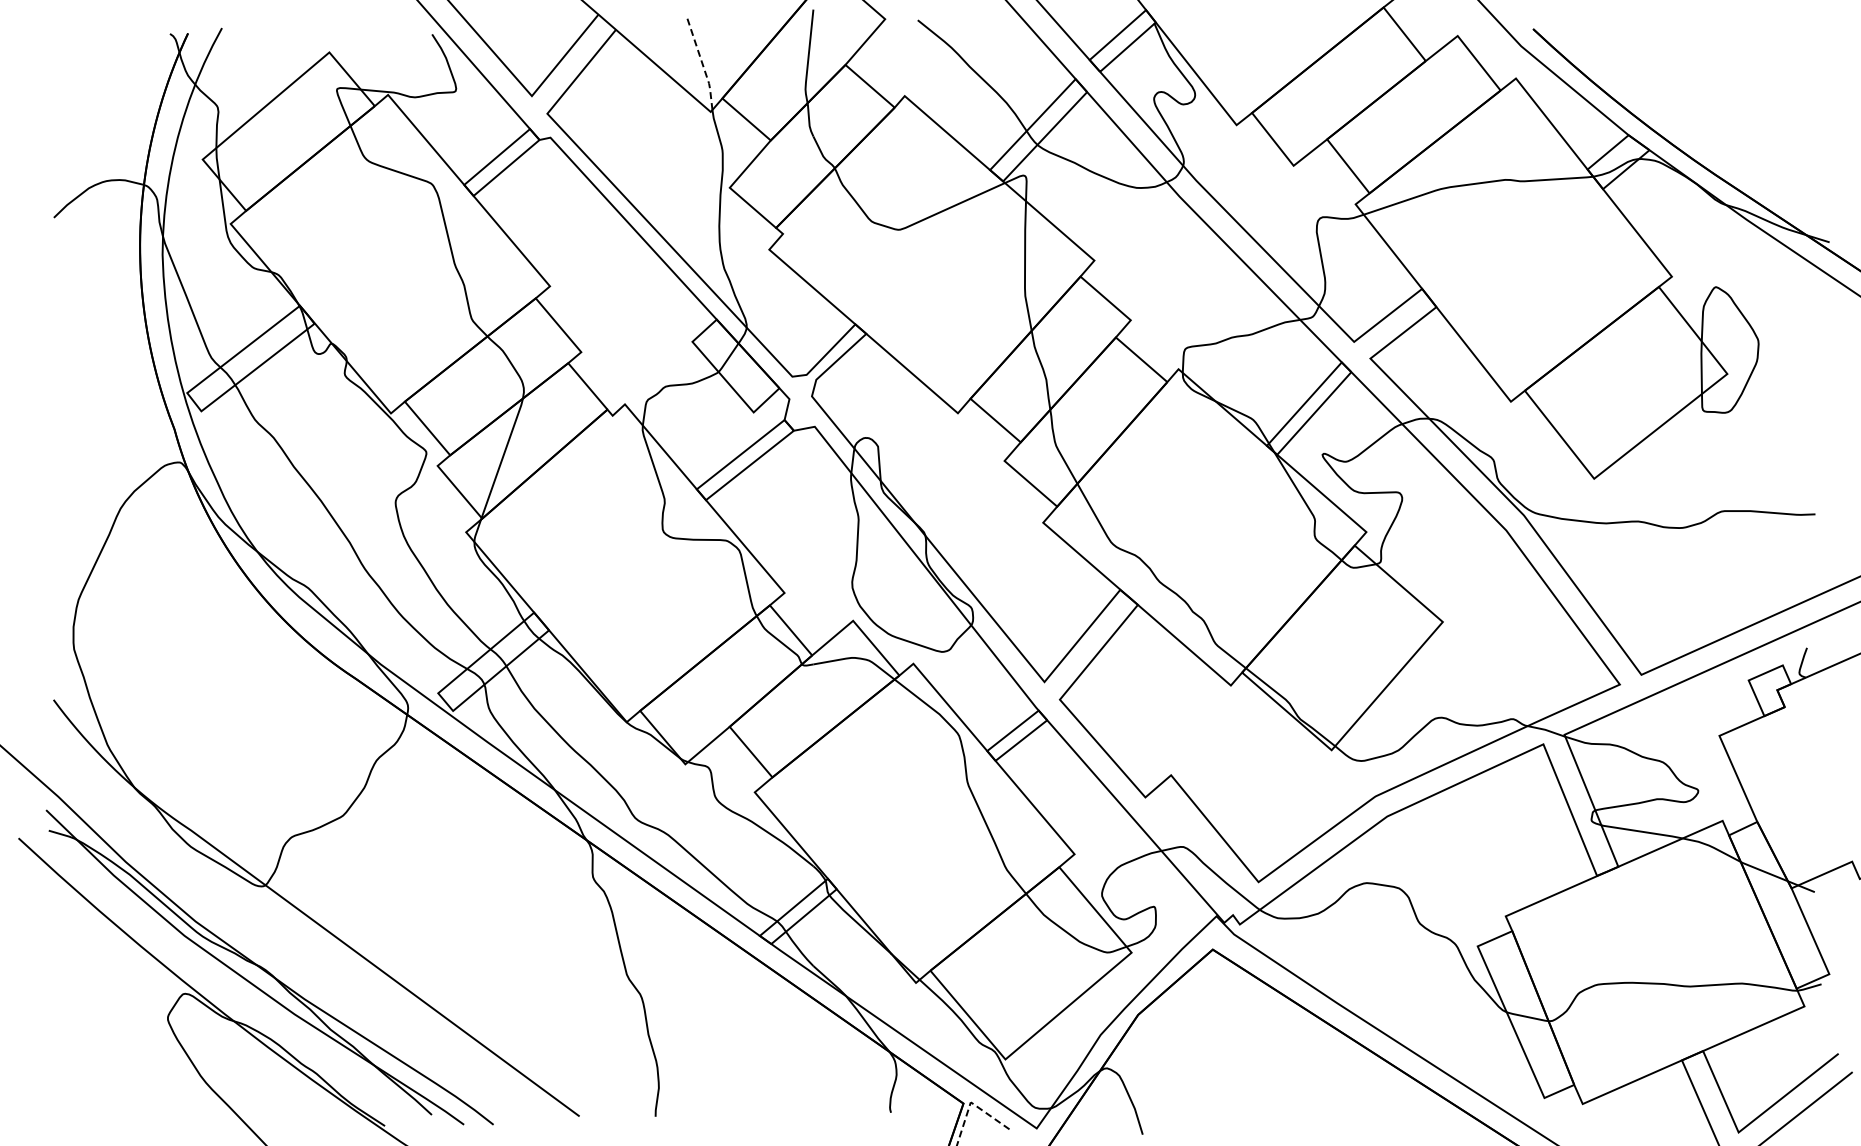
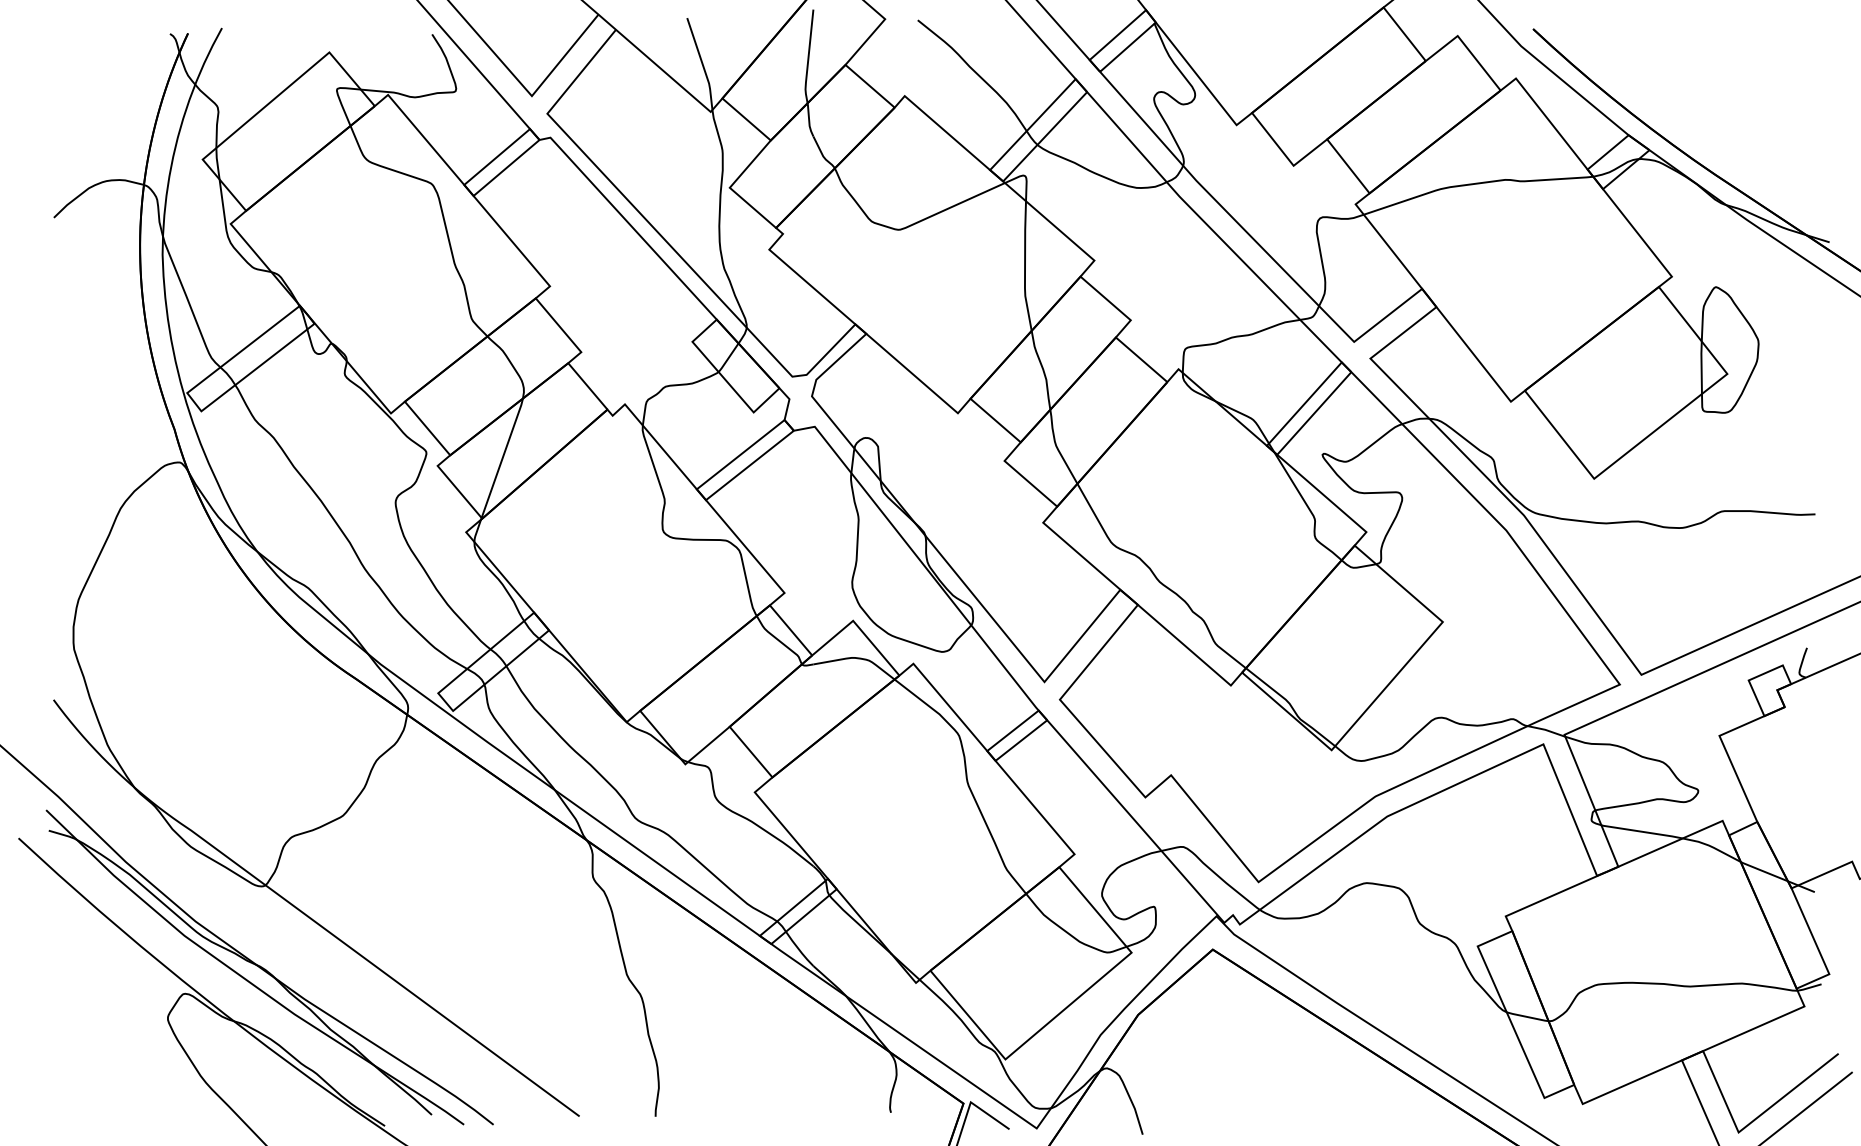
line at (702, 64): dashed -> solid
line at (970, 1102): dashed -> solid
